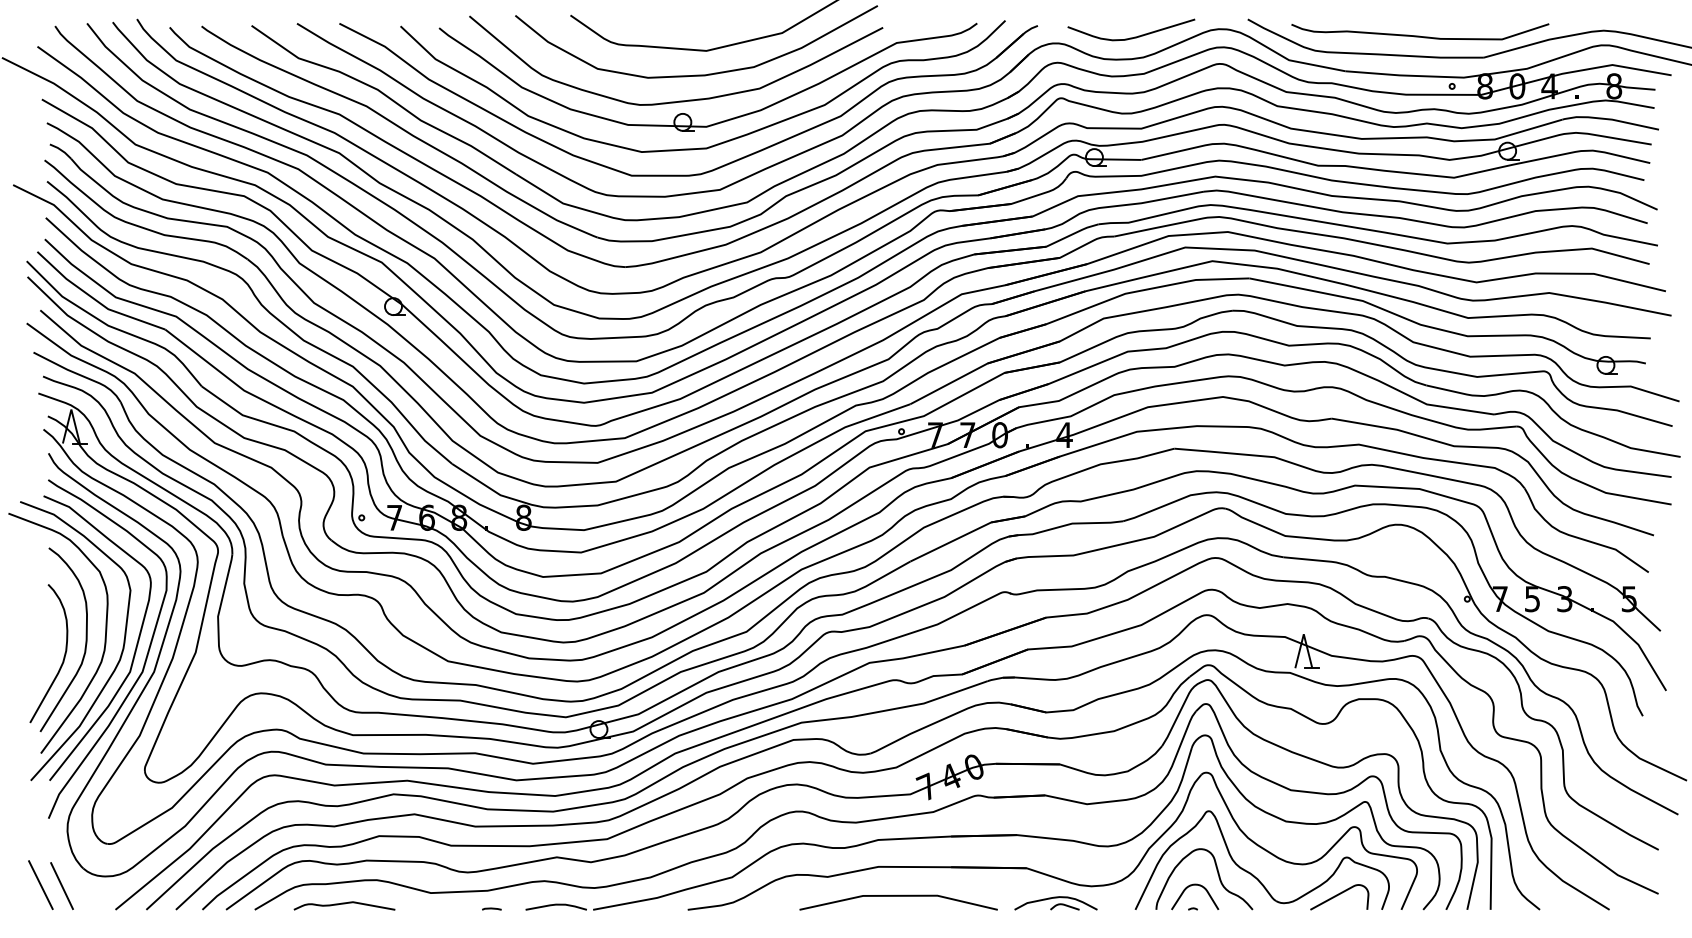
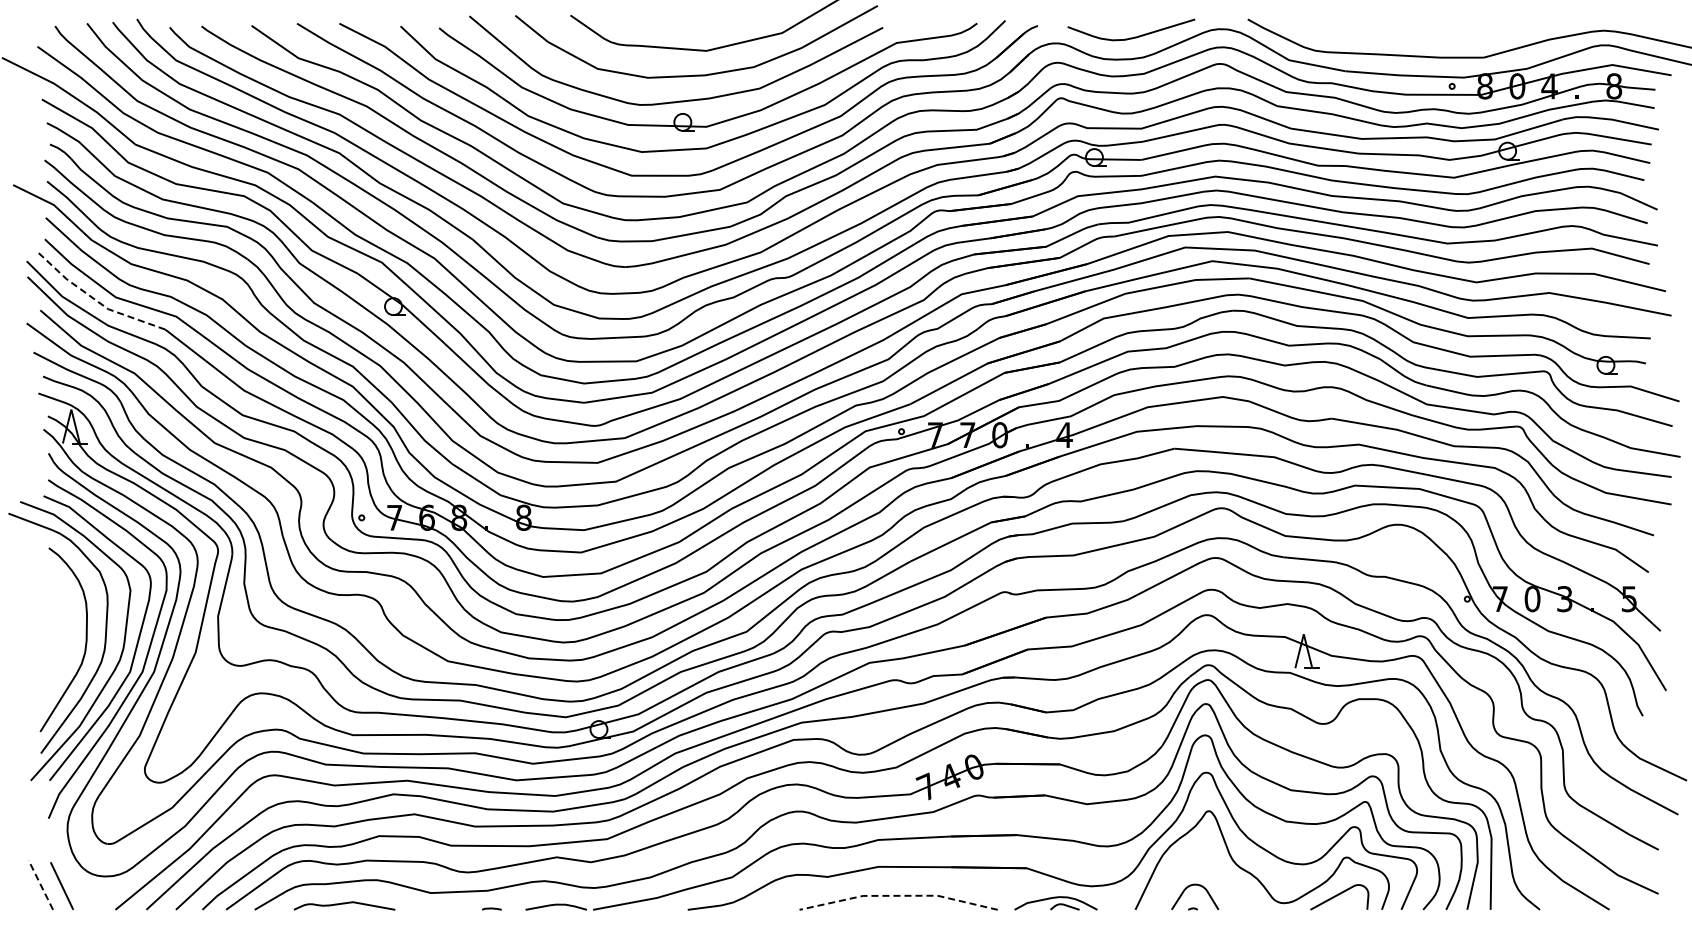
curve at (1419, 35): present -> none
line at (95, 299): solid -> dashed
text at (1532, 599): 5 -> 0
curve at (63, 656): present -> none
curve at (1217, 874): present -> none
line at (40, 885): solid -> dashed
line at (897, 895): solid -> dashed
